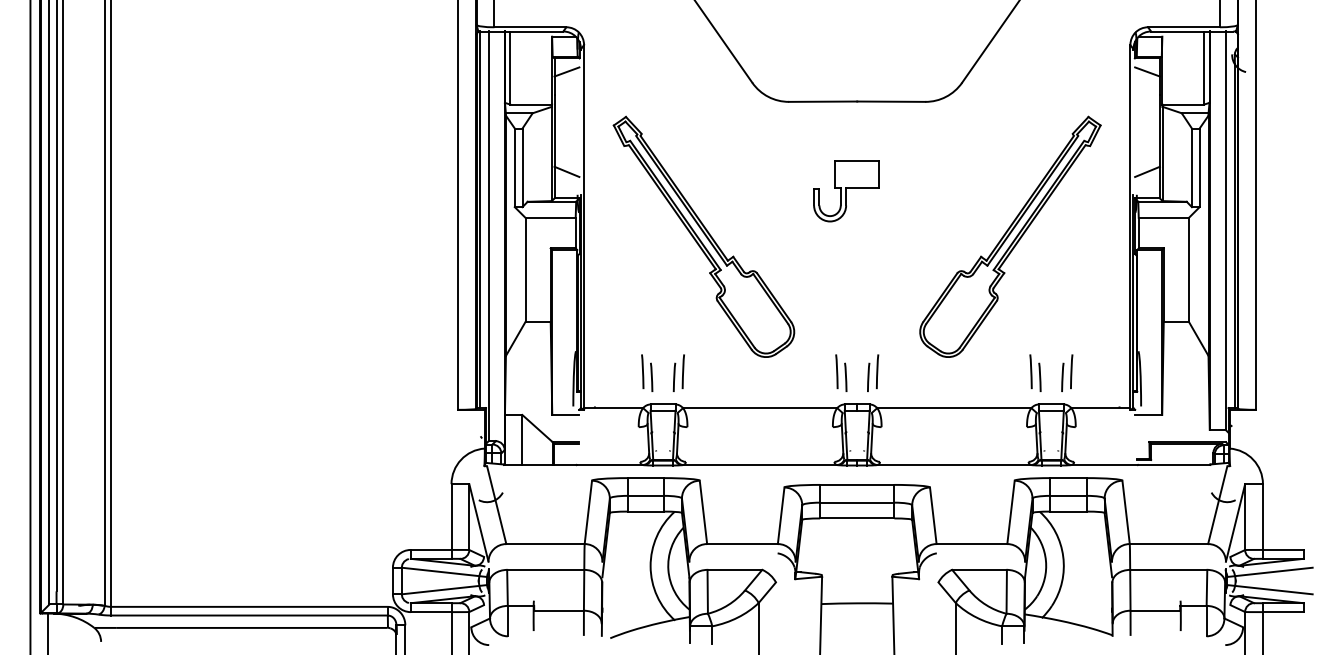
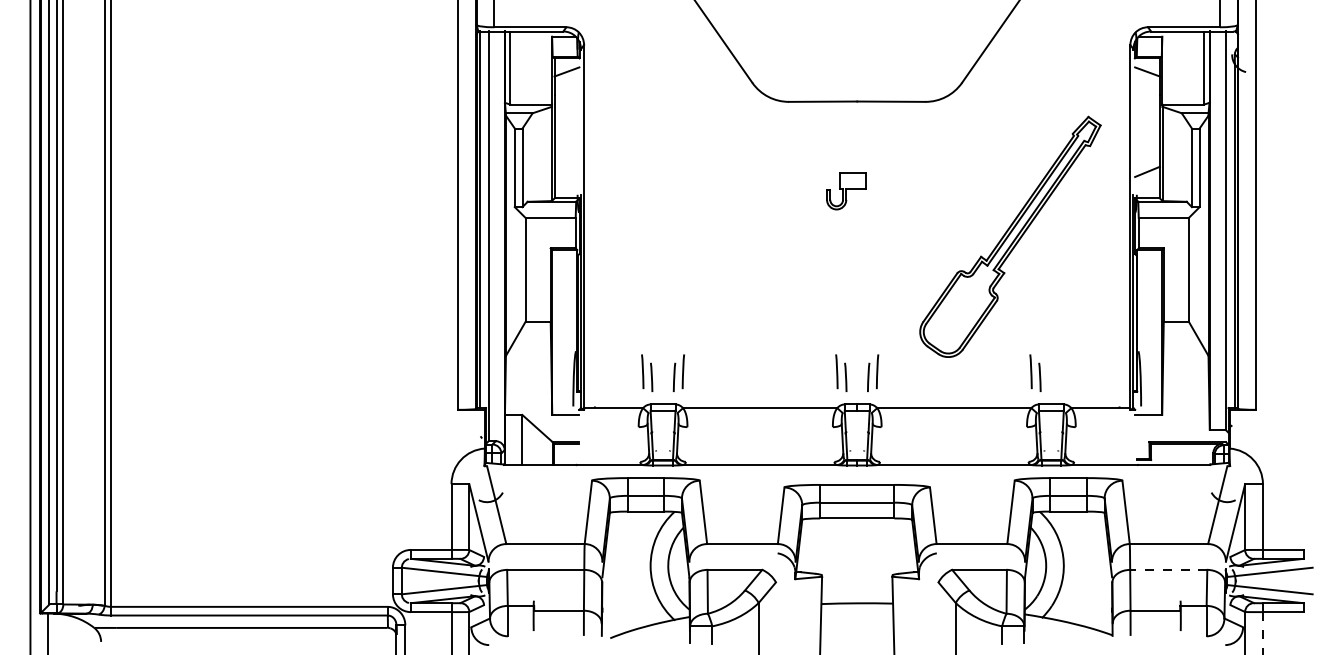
line at (566, 171): present -> none
part at (846, 191) size: 67x63 px -> 41x39 px
part at (703, 236): present -> none
part at (1067, 372): present -> none
line at (1168, 569): solid -> dashed
line at (1262, 633): solid -> dashed
